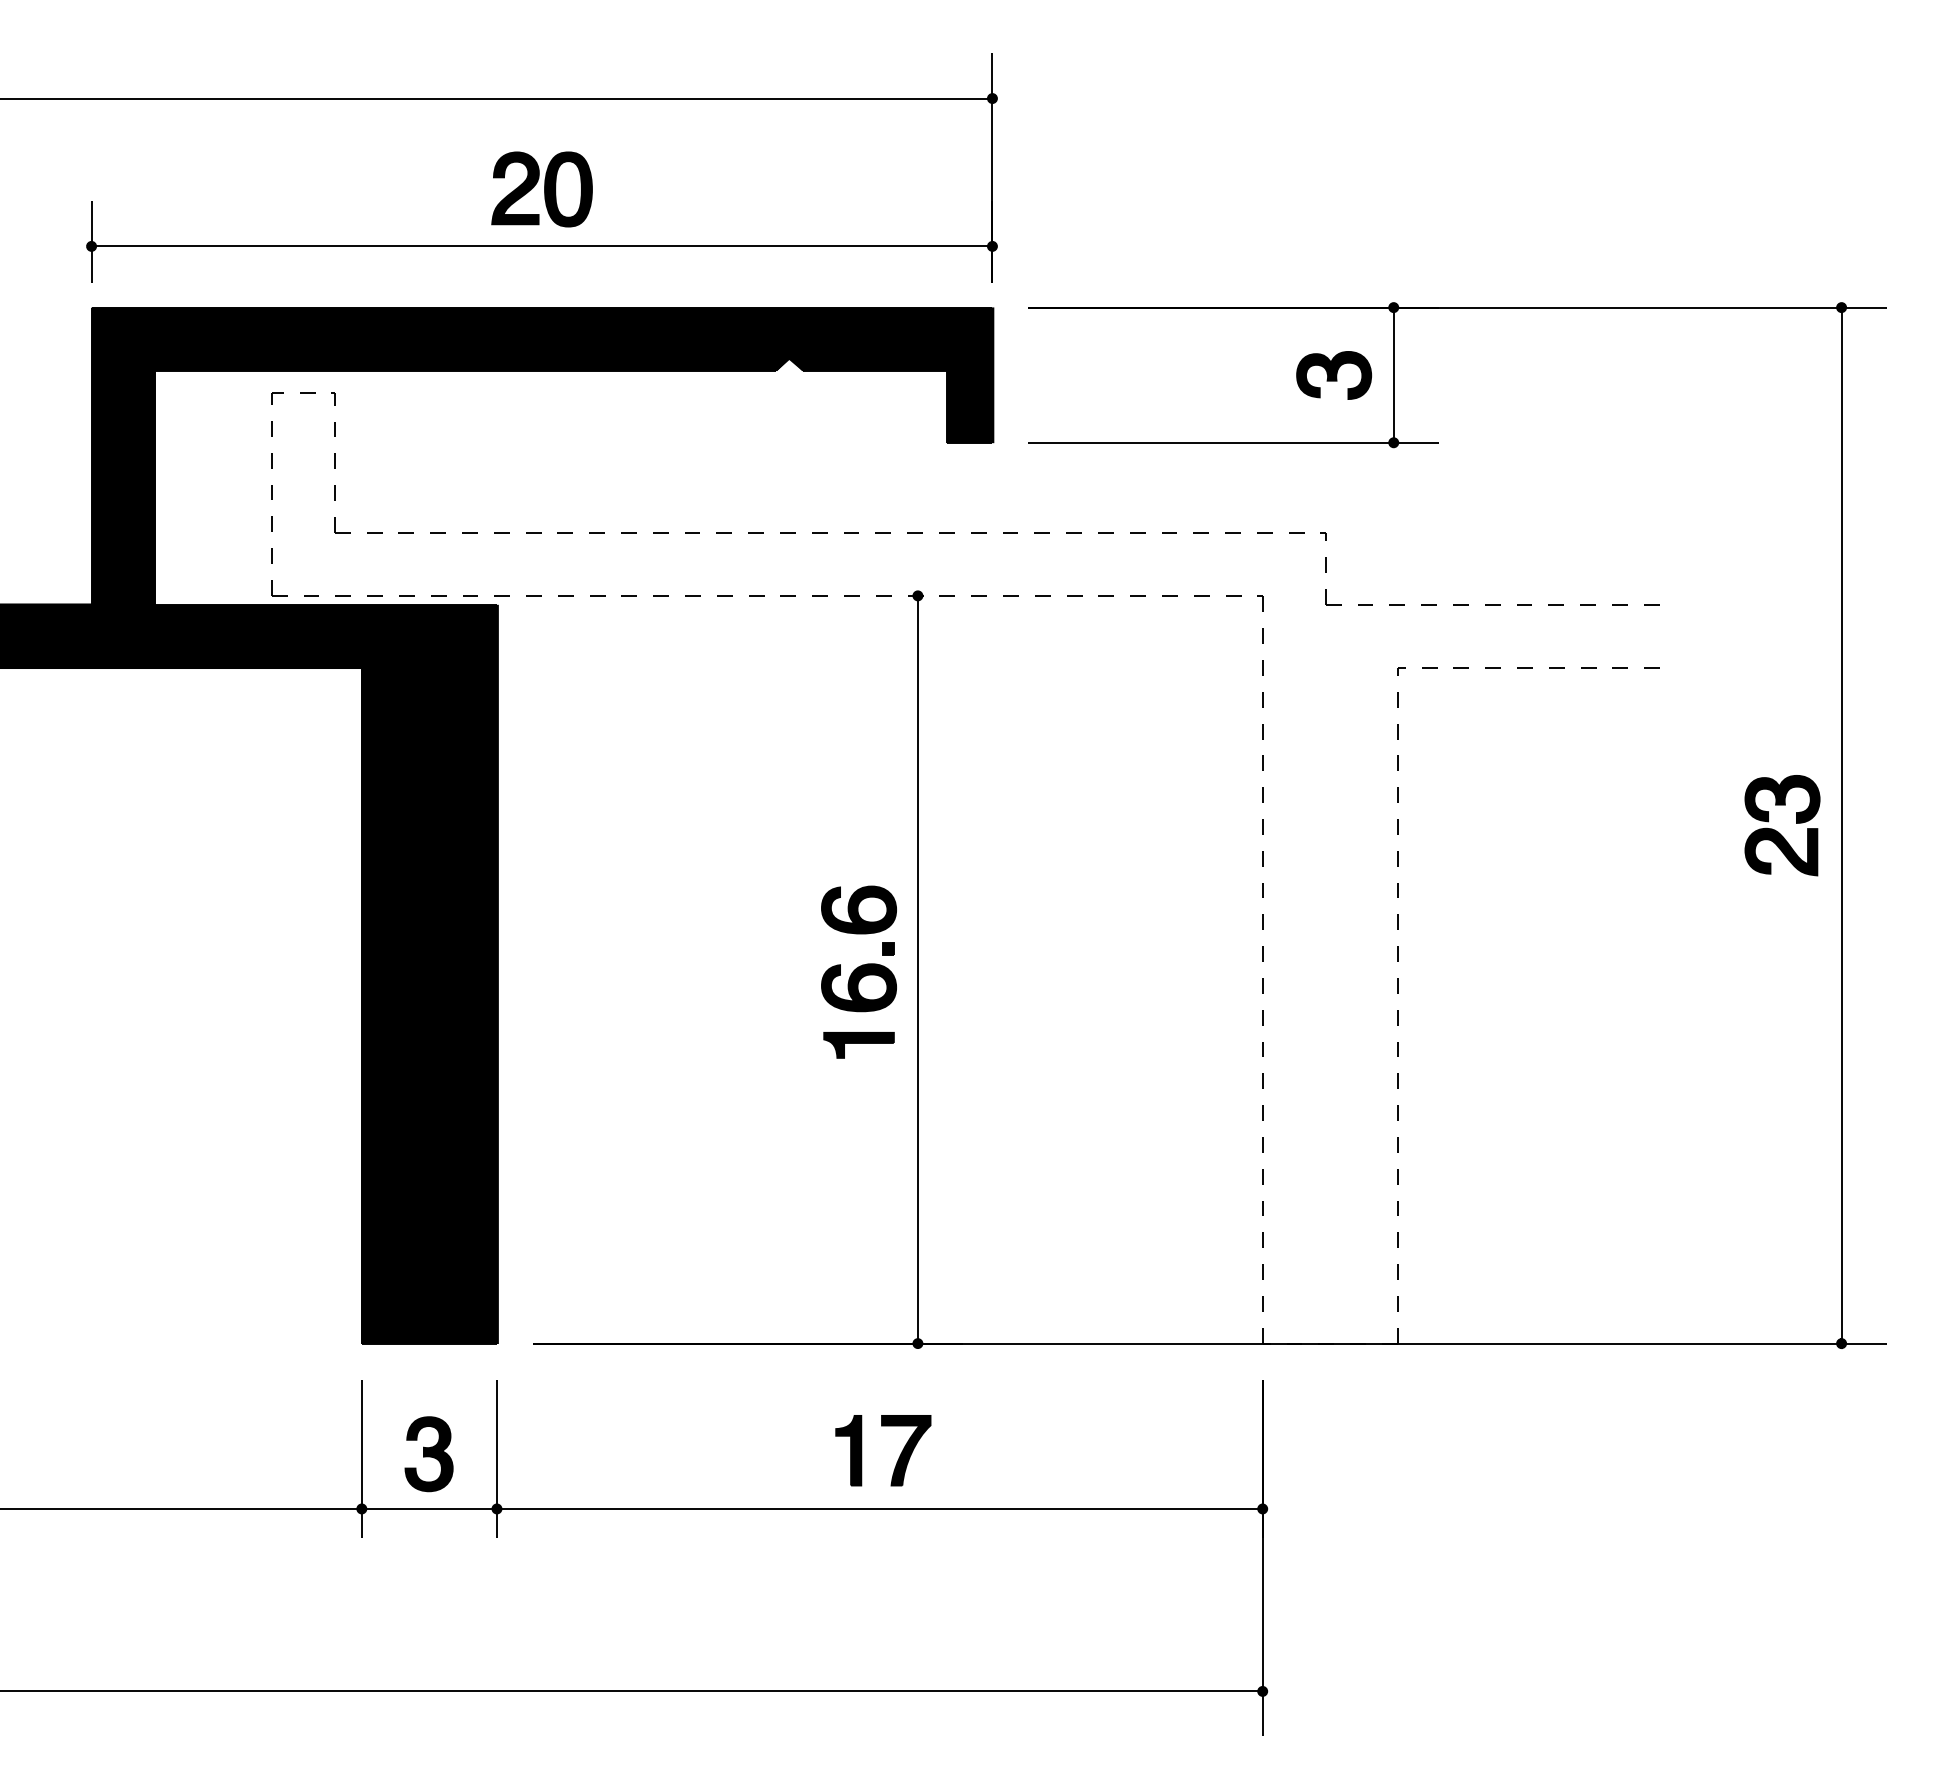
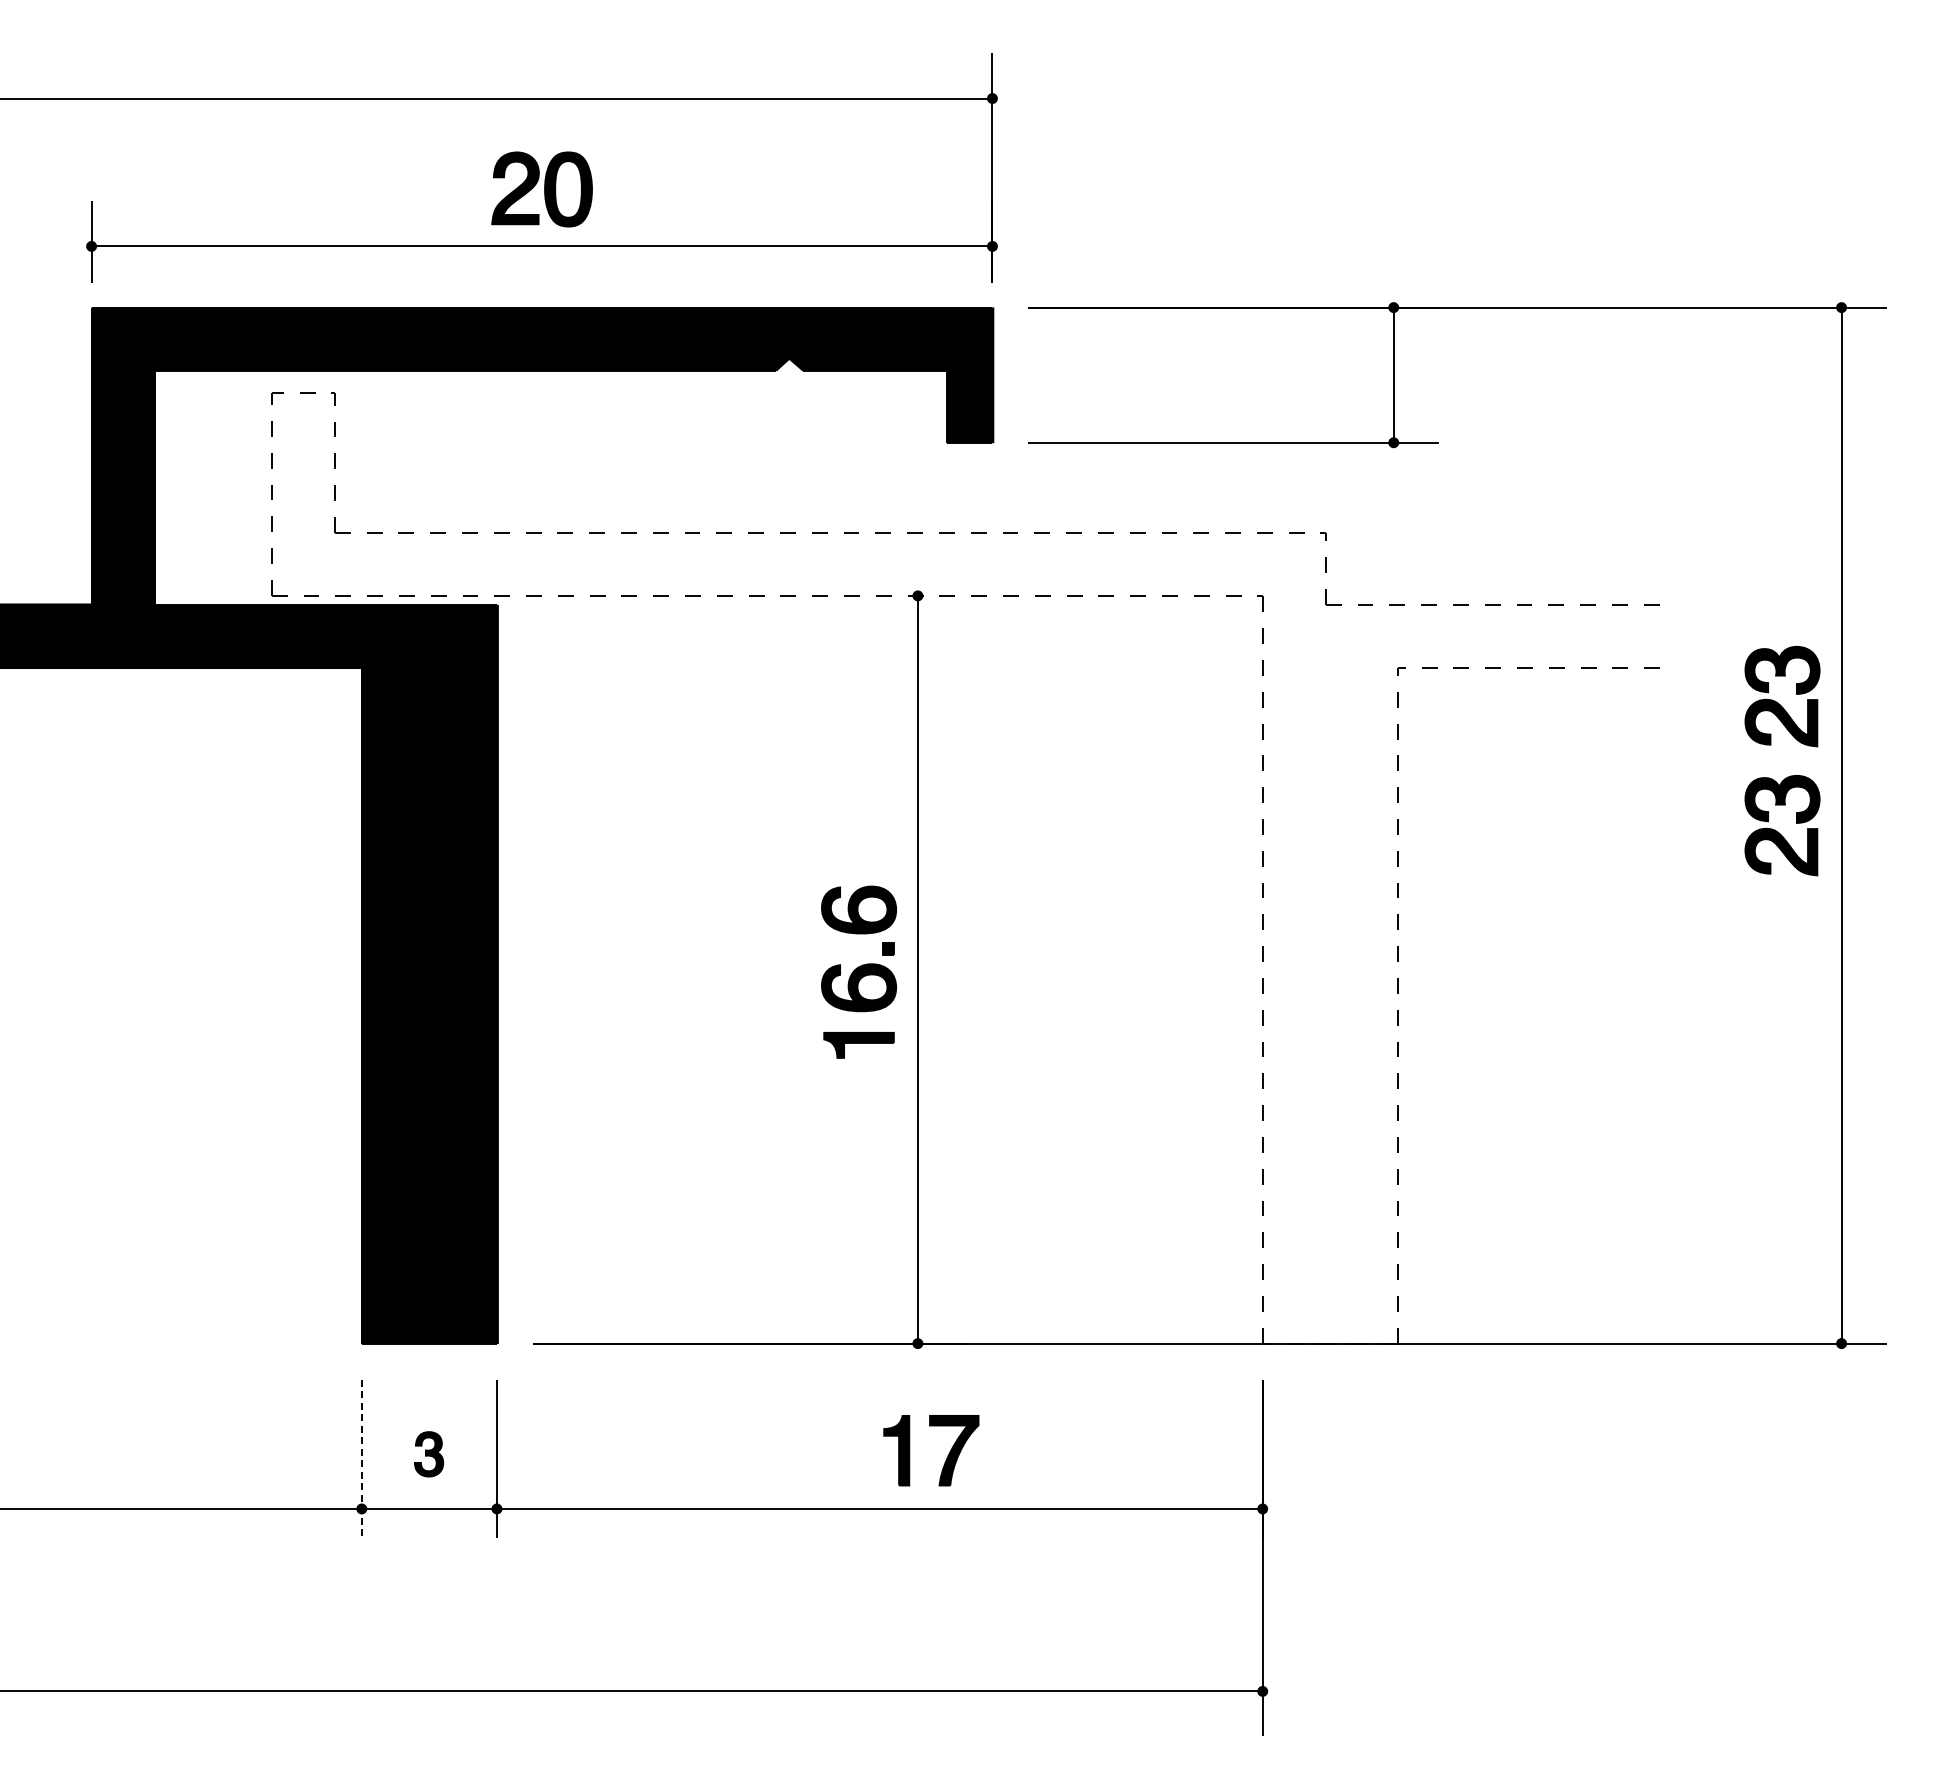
part at (1334, 375): present -> none
part at (1778, 702): none -> present
part at (428, 1454) size: 50x77 px -> 31x47 px
part at (898, 1457) position: (898, 1457) -> (946, 1457)
line at (361, 1459): solid -> dashed
